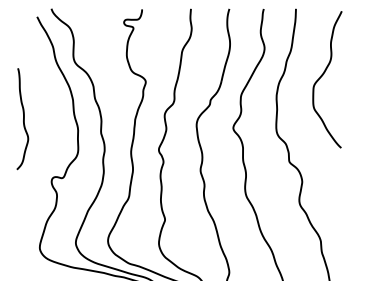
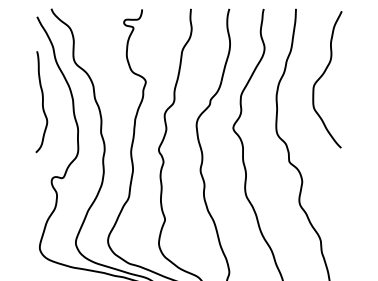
curve at (23, 119) position: (23, 119) -> (42, 102)
